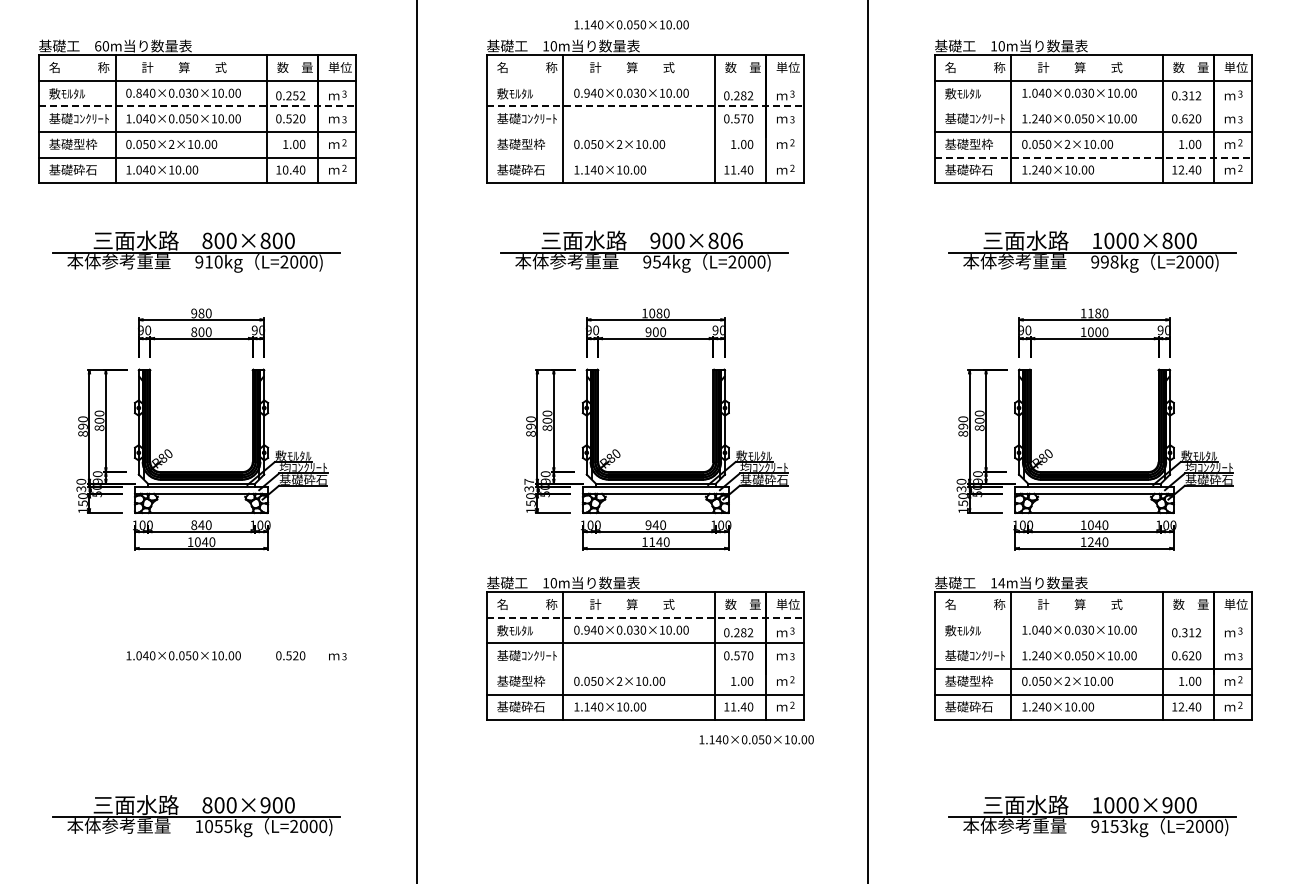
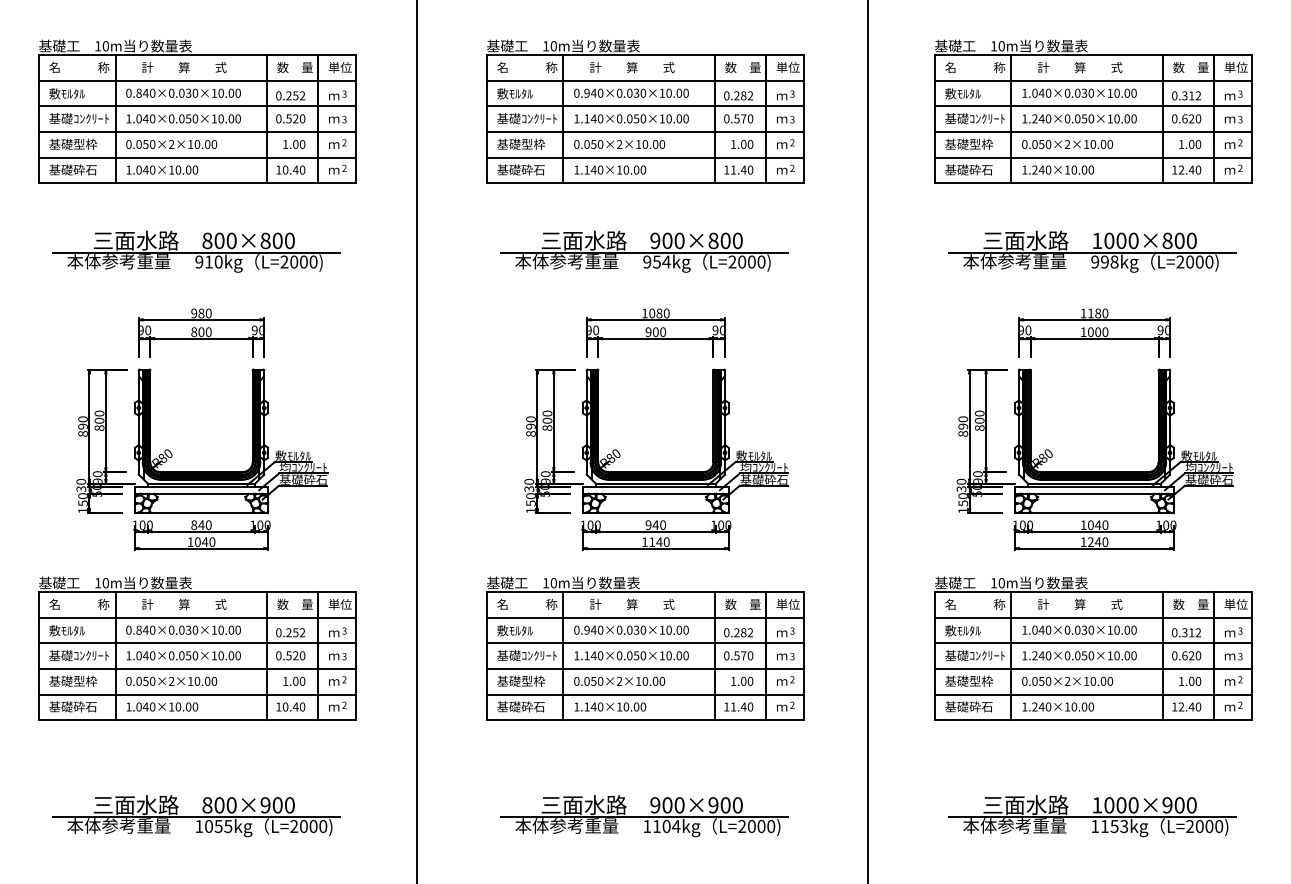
text at (631, 24) position: (631, 24) -> (631, 118)
text at (98, 46): 60m -> 10m
line at (645, 80): none -> present
line at (197, 106): dashed -> solid
line at (645, 106): dashed -> solid
line at (1093, 106): none -> present
line at (645, 132): none -> present
line at (645, 157): none -> present
line at (1093, 157): dashed -> solid
text at (737, 240): 900×806 -> 900×800
text at (529, 481): 37 -> 30
text at (1001, 583): 14m -> 10m
line at (645, 617): dashed -> solid
line at (1093, 617): none -> present
line at (1093, 643): none -> present
part at (197, 648): none -> present
line at (645, 669): none -> present
text at (756, 739) position: (756, 739) -> (631, 655)
part at (644, 816): none -> present
text at (1095, 826): 9153kg -> 1153kg
